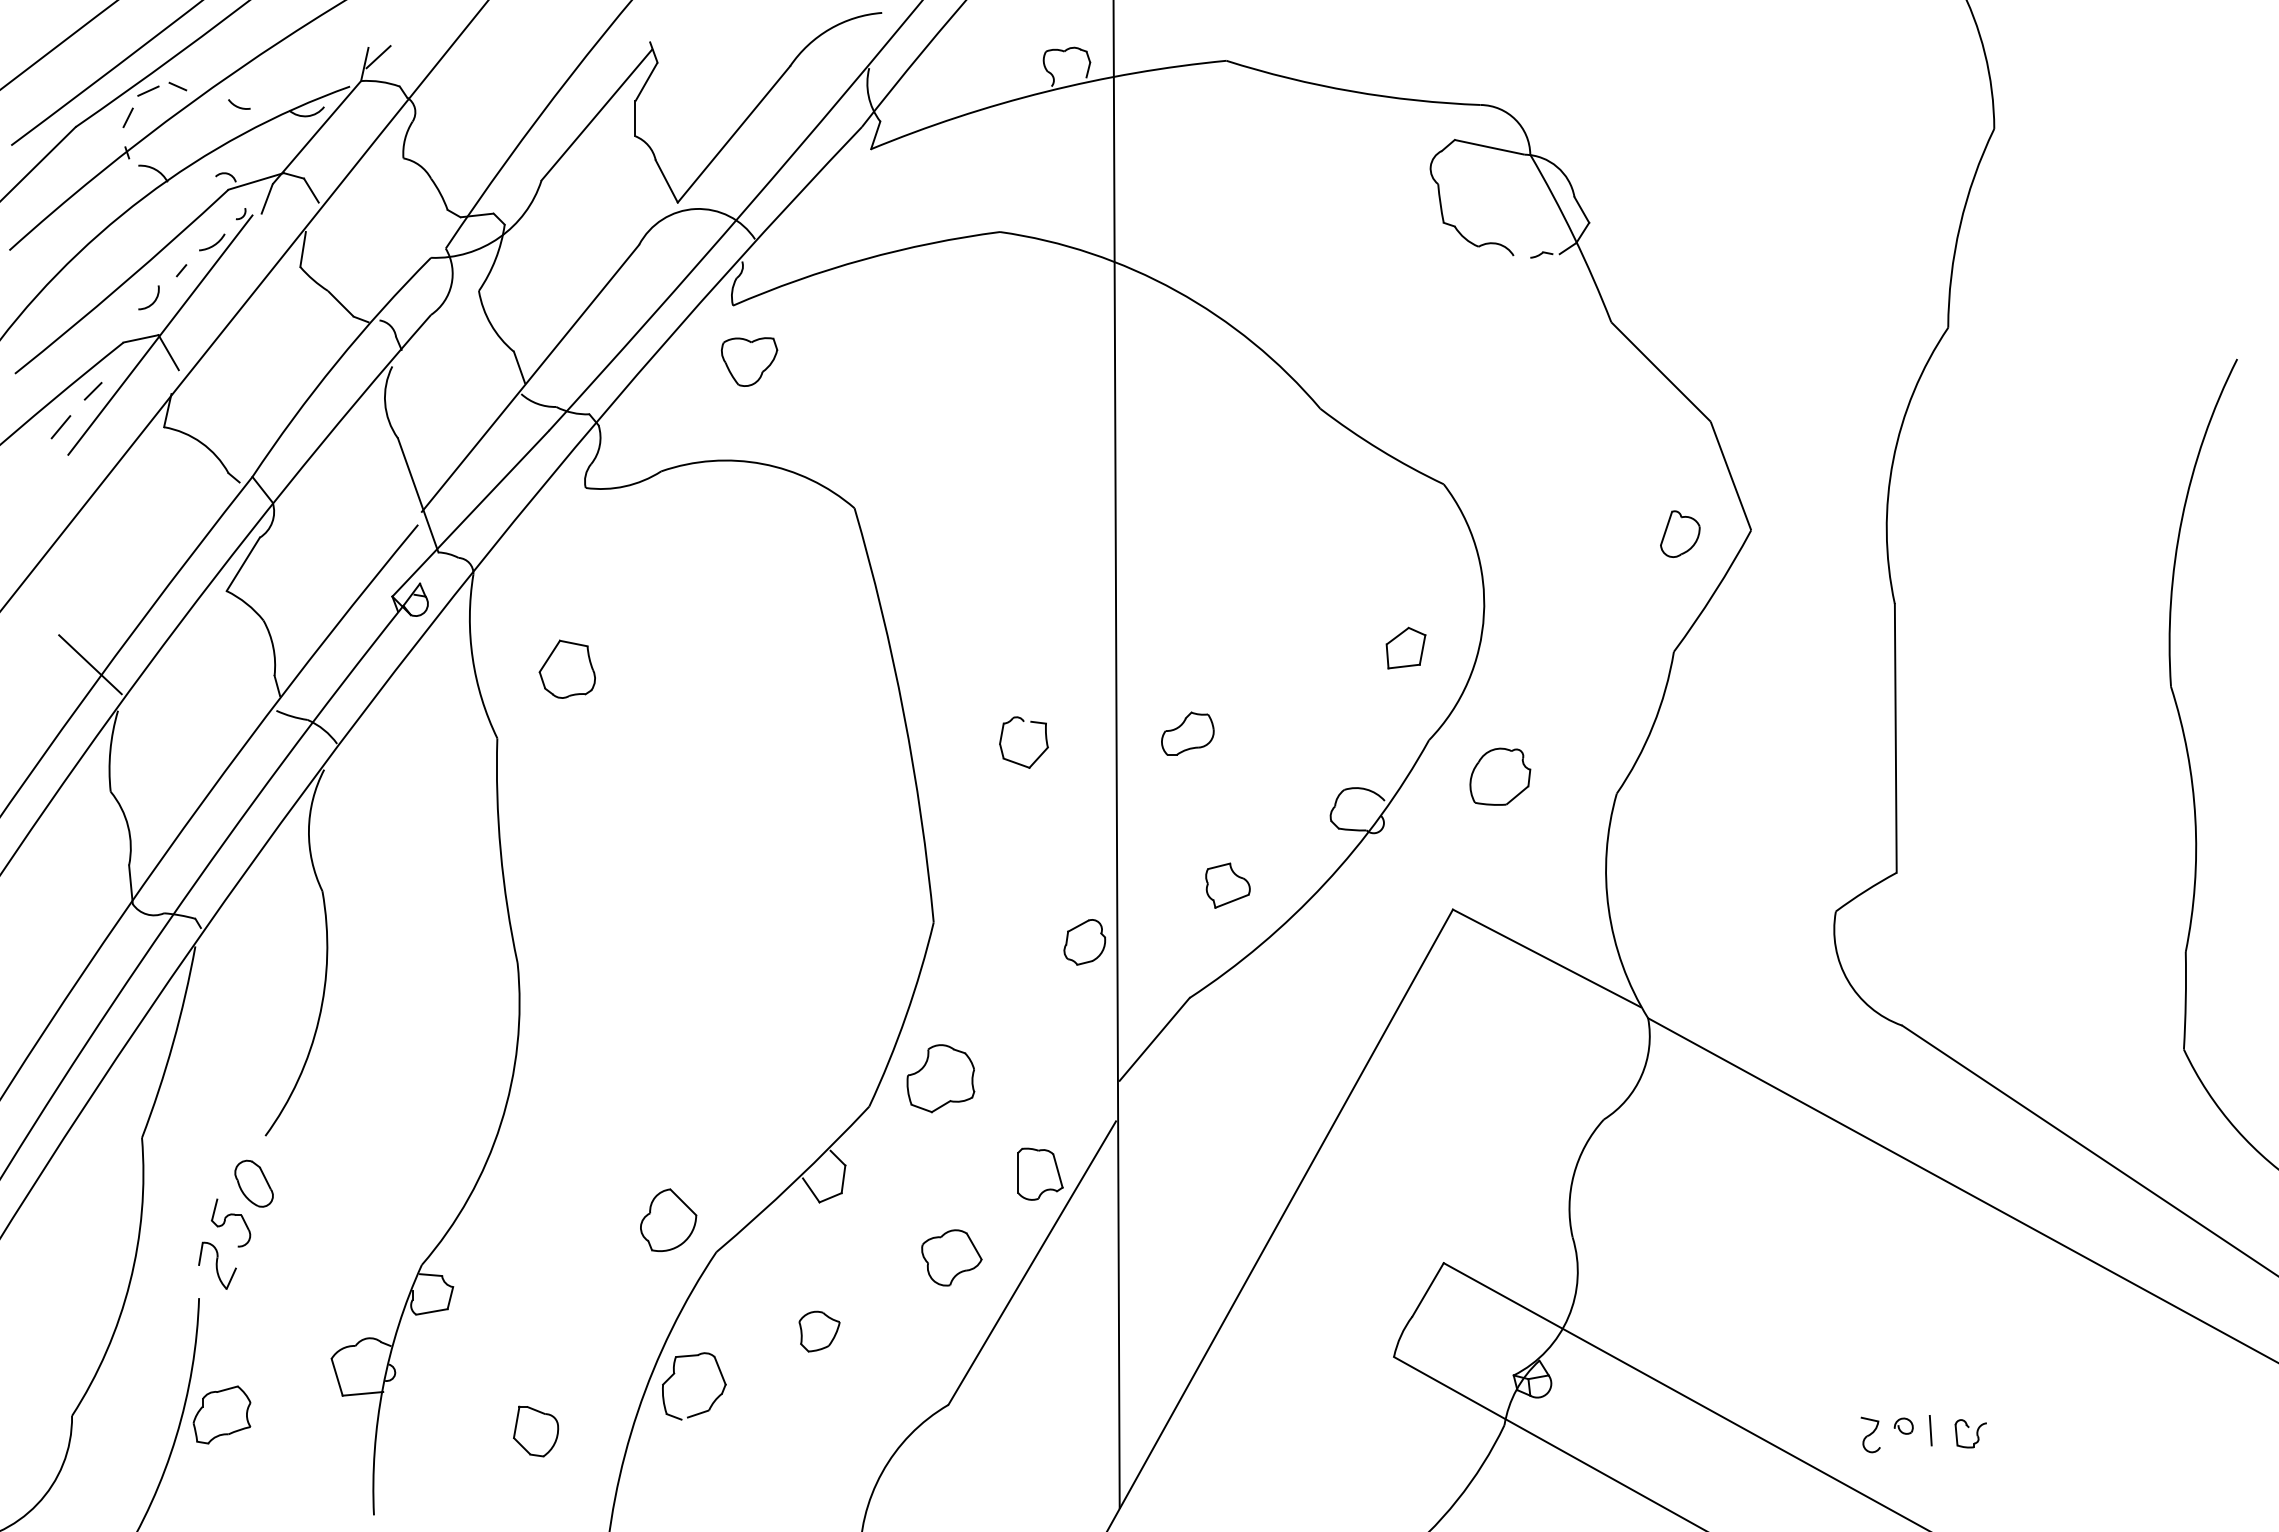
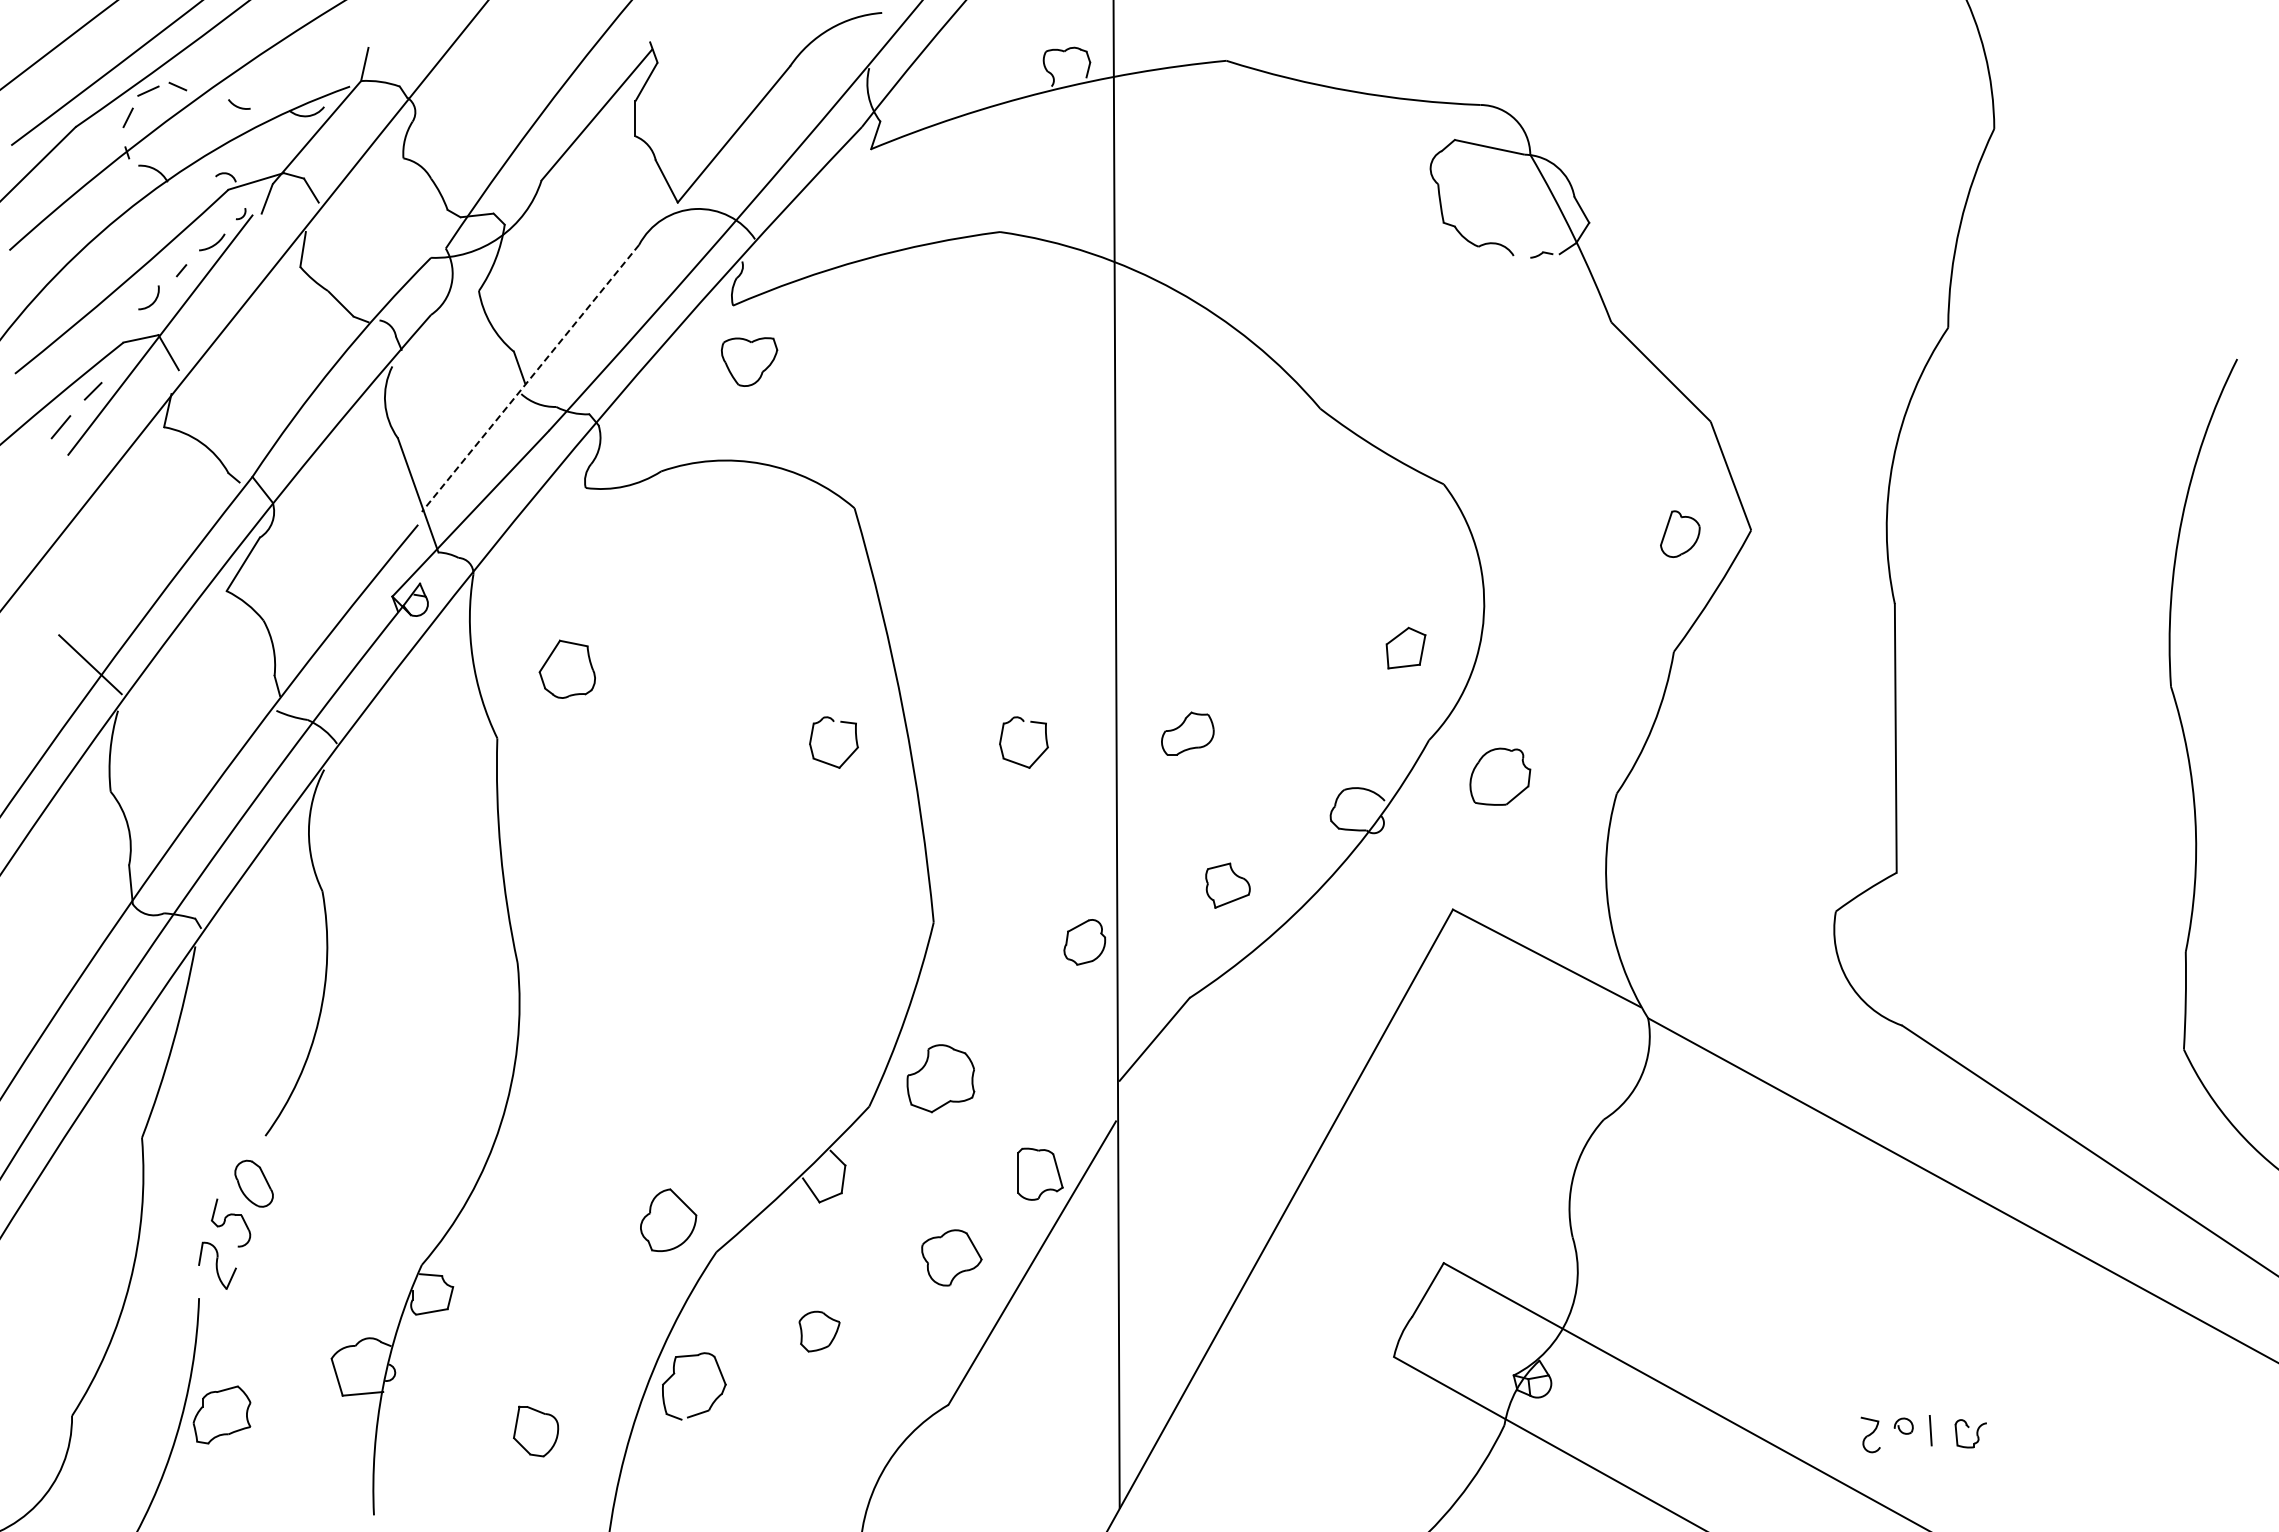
line at (378, 57): present -> none
line at (530, 378): solid -> dashed
part at (848, 756): none -> present
